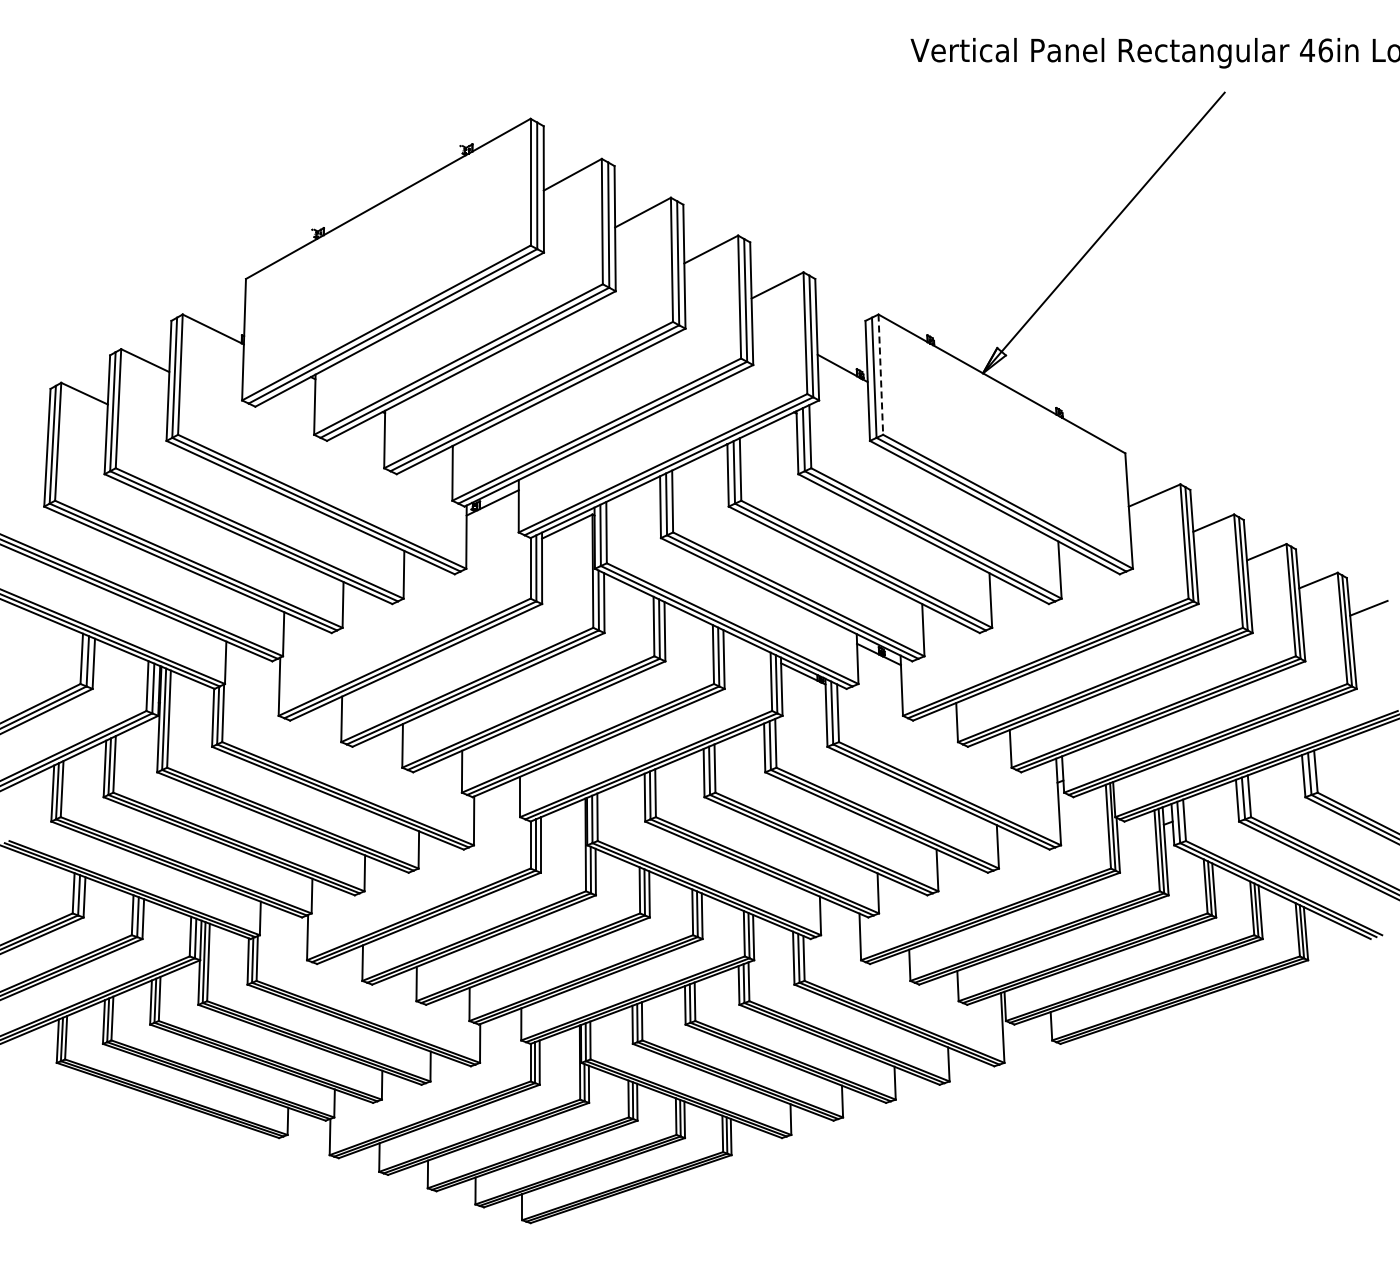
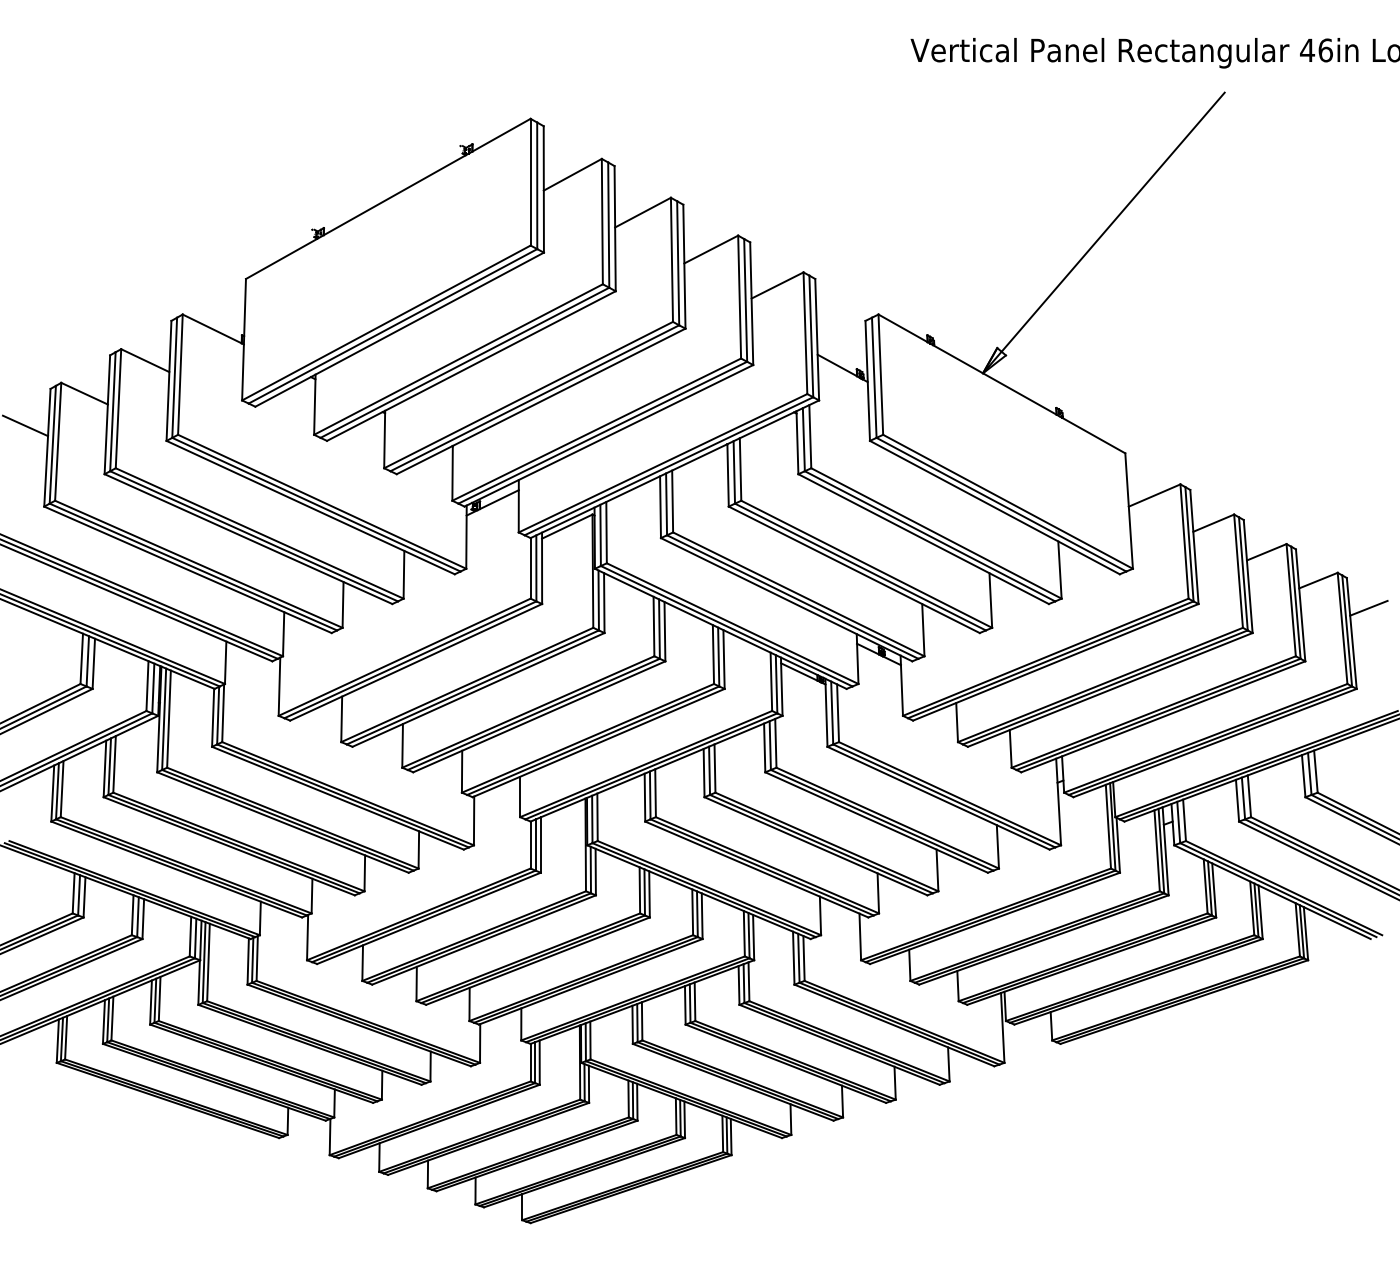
line at (880, 375): dashed -> solid
line at (25, 425): none -> present
